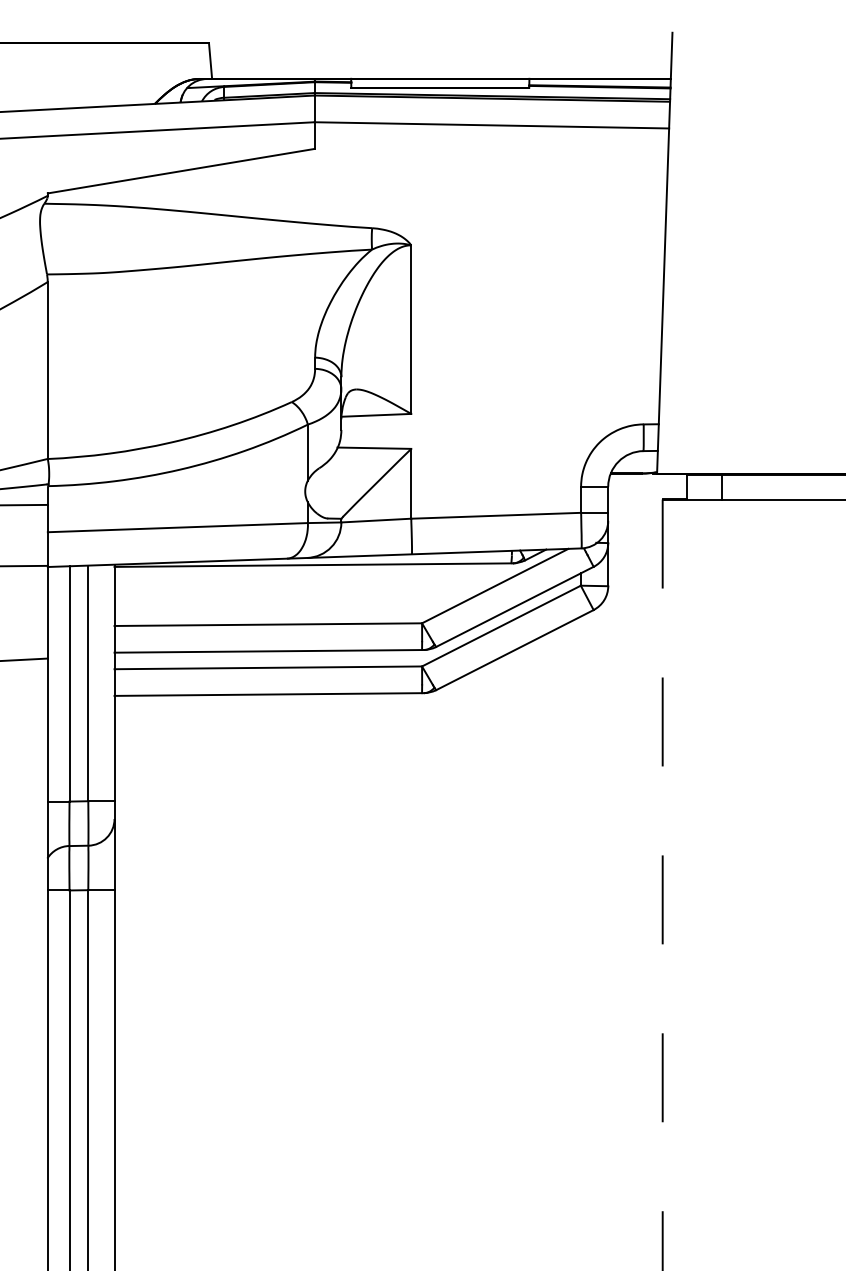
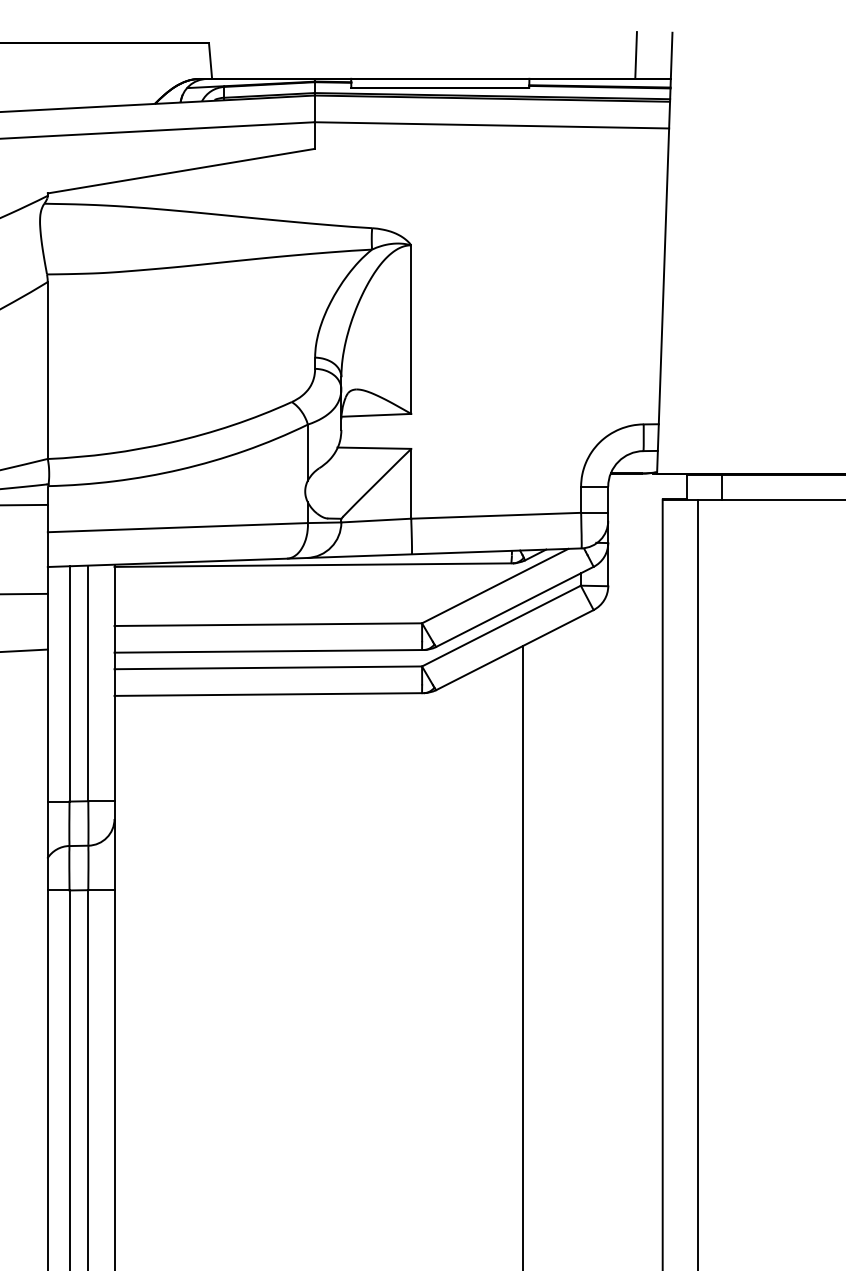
line at (635, 55): none -> present
line at (24, 565) position: (24, 565) -> (24, 593)
line at (24, 659) position: (24, 659) -> (24, 650)
line at (697, 883): none -> present
line at (662, 885): dashed -> solid
line at (523, 956): none -> present
